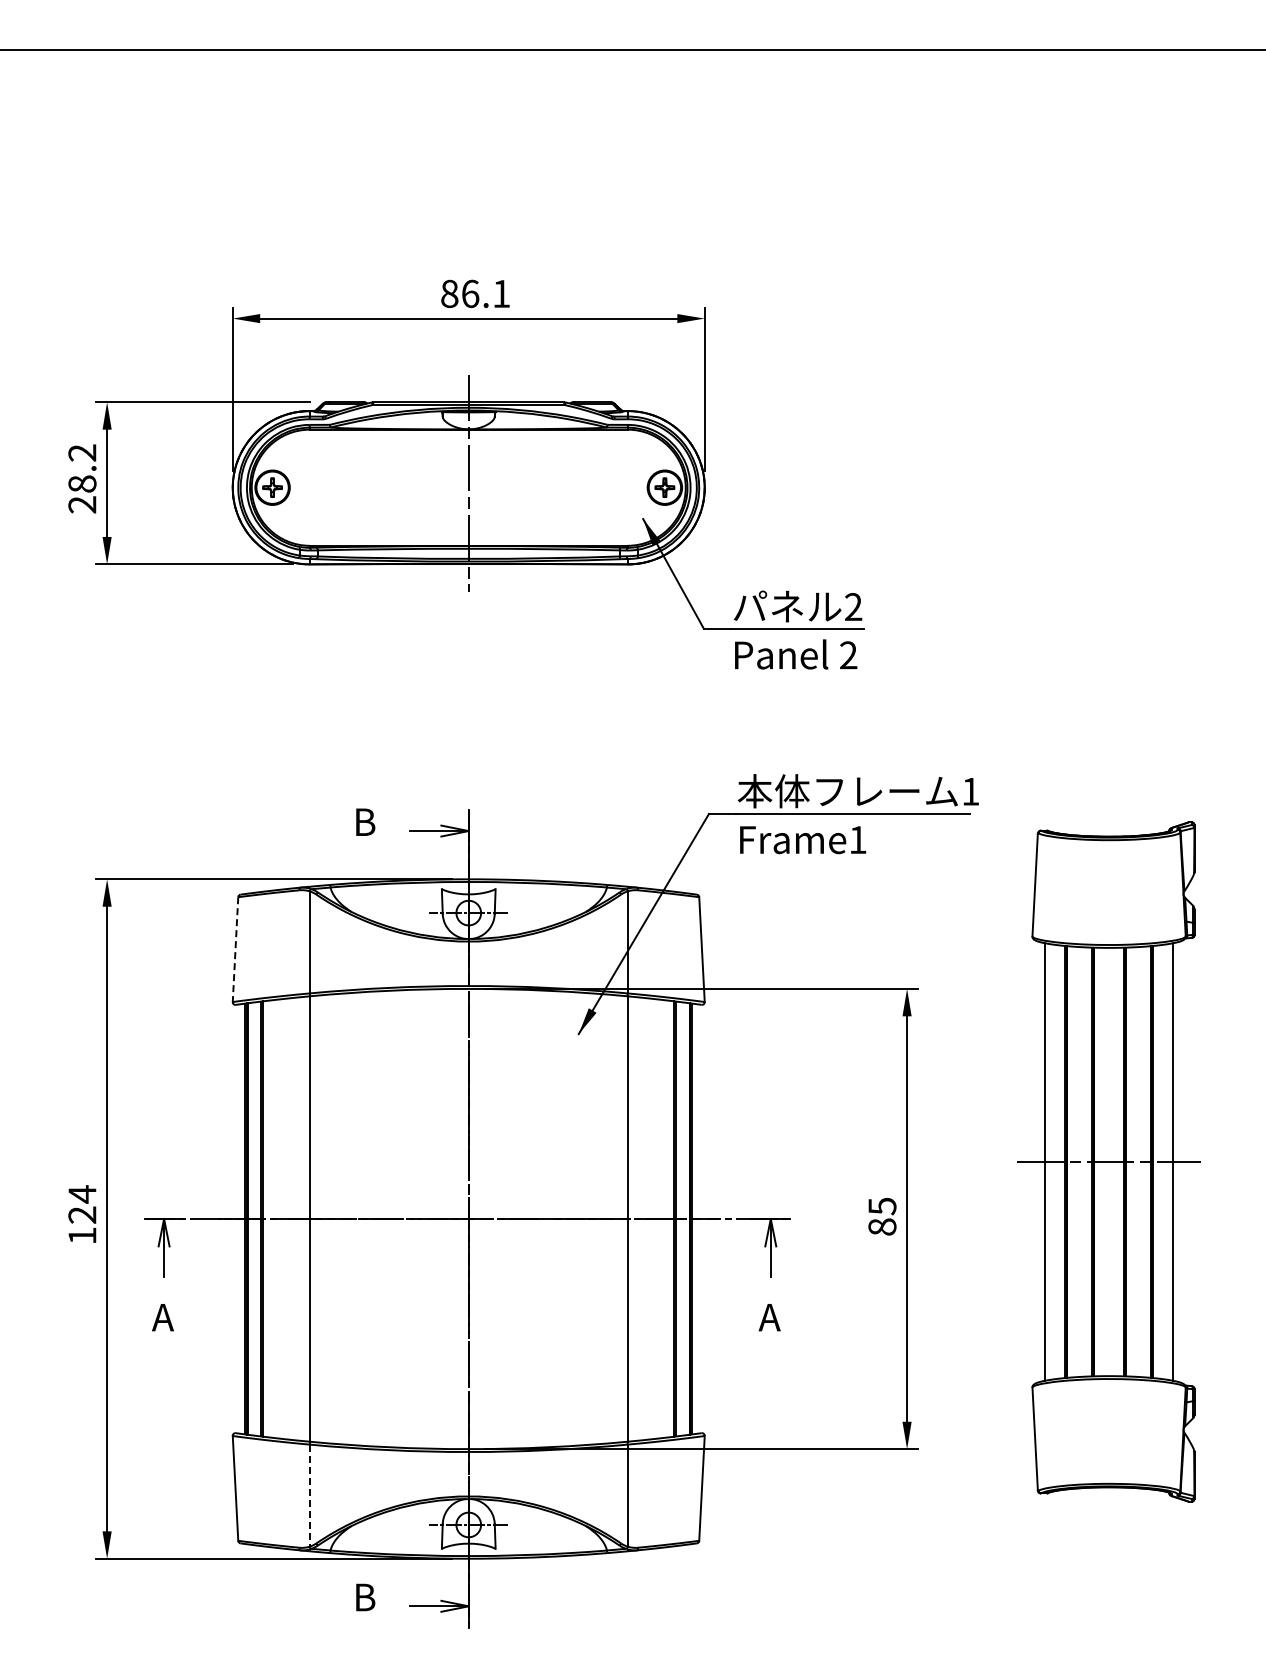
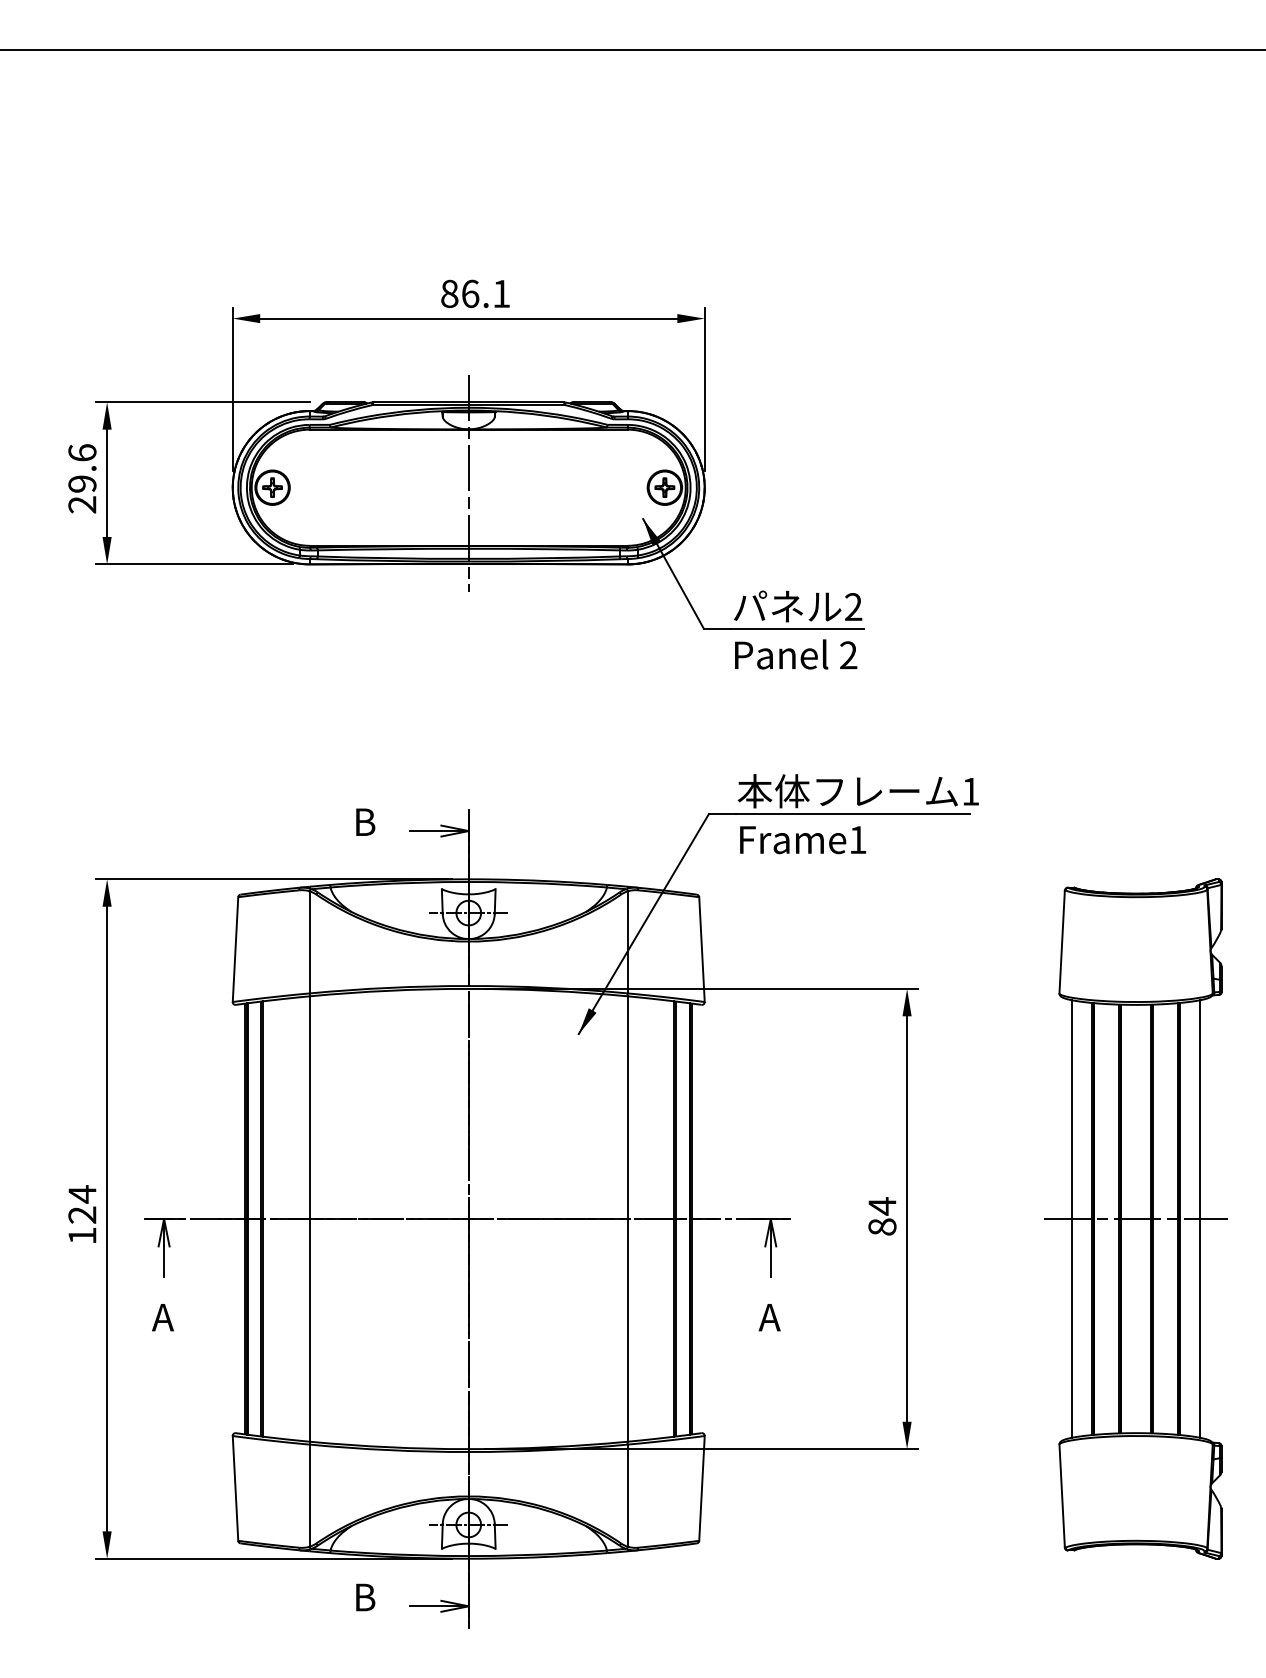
text at (82, 468): 28.2 -> 29.6
line at (235, 950): dashed -> solid
part at (1108, 1161) position: (1108, 1161) -> (1135, 1218)
text at (882, 1206): 85 -> 84
line at (309, 1496): dashed -> solid
